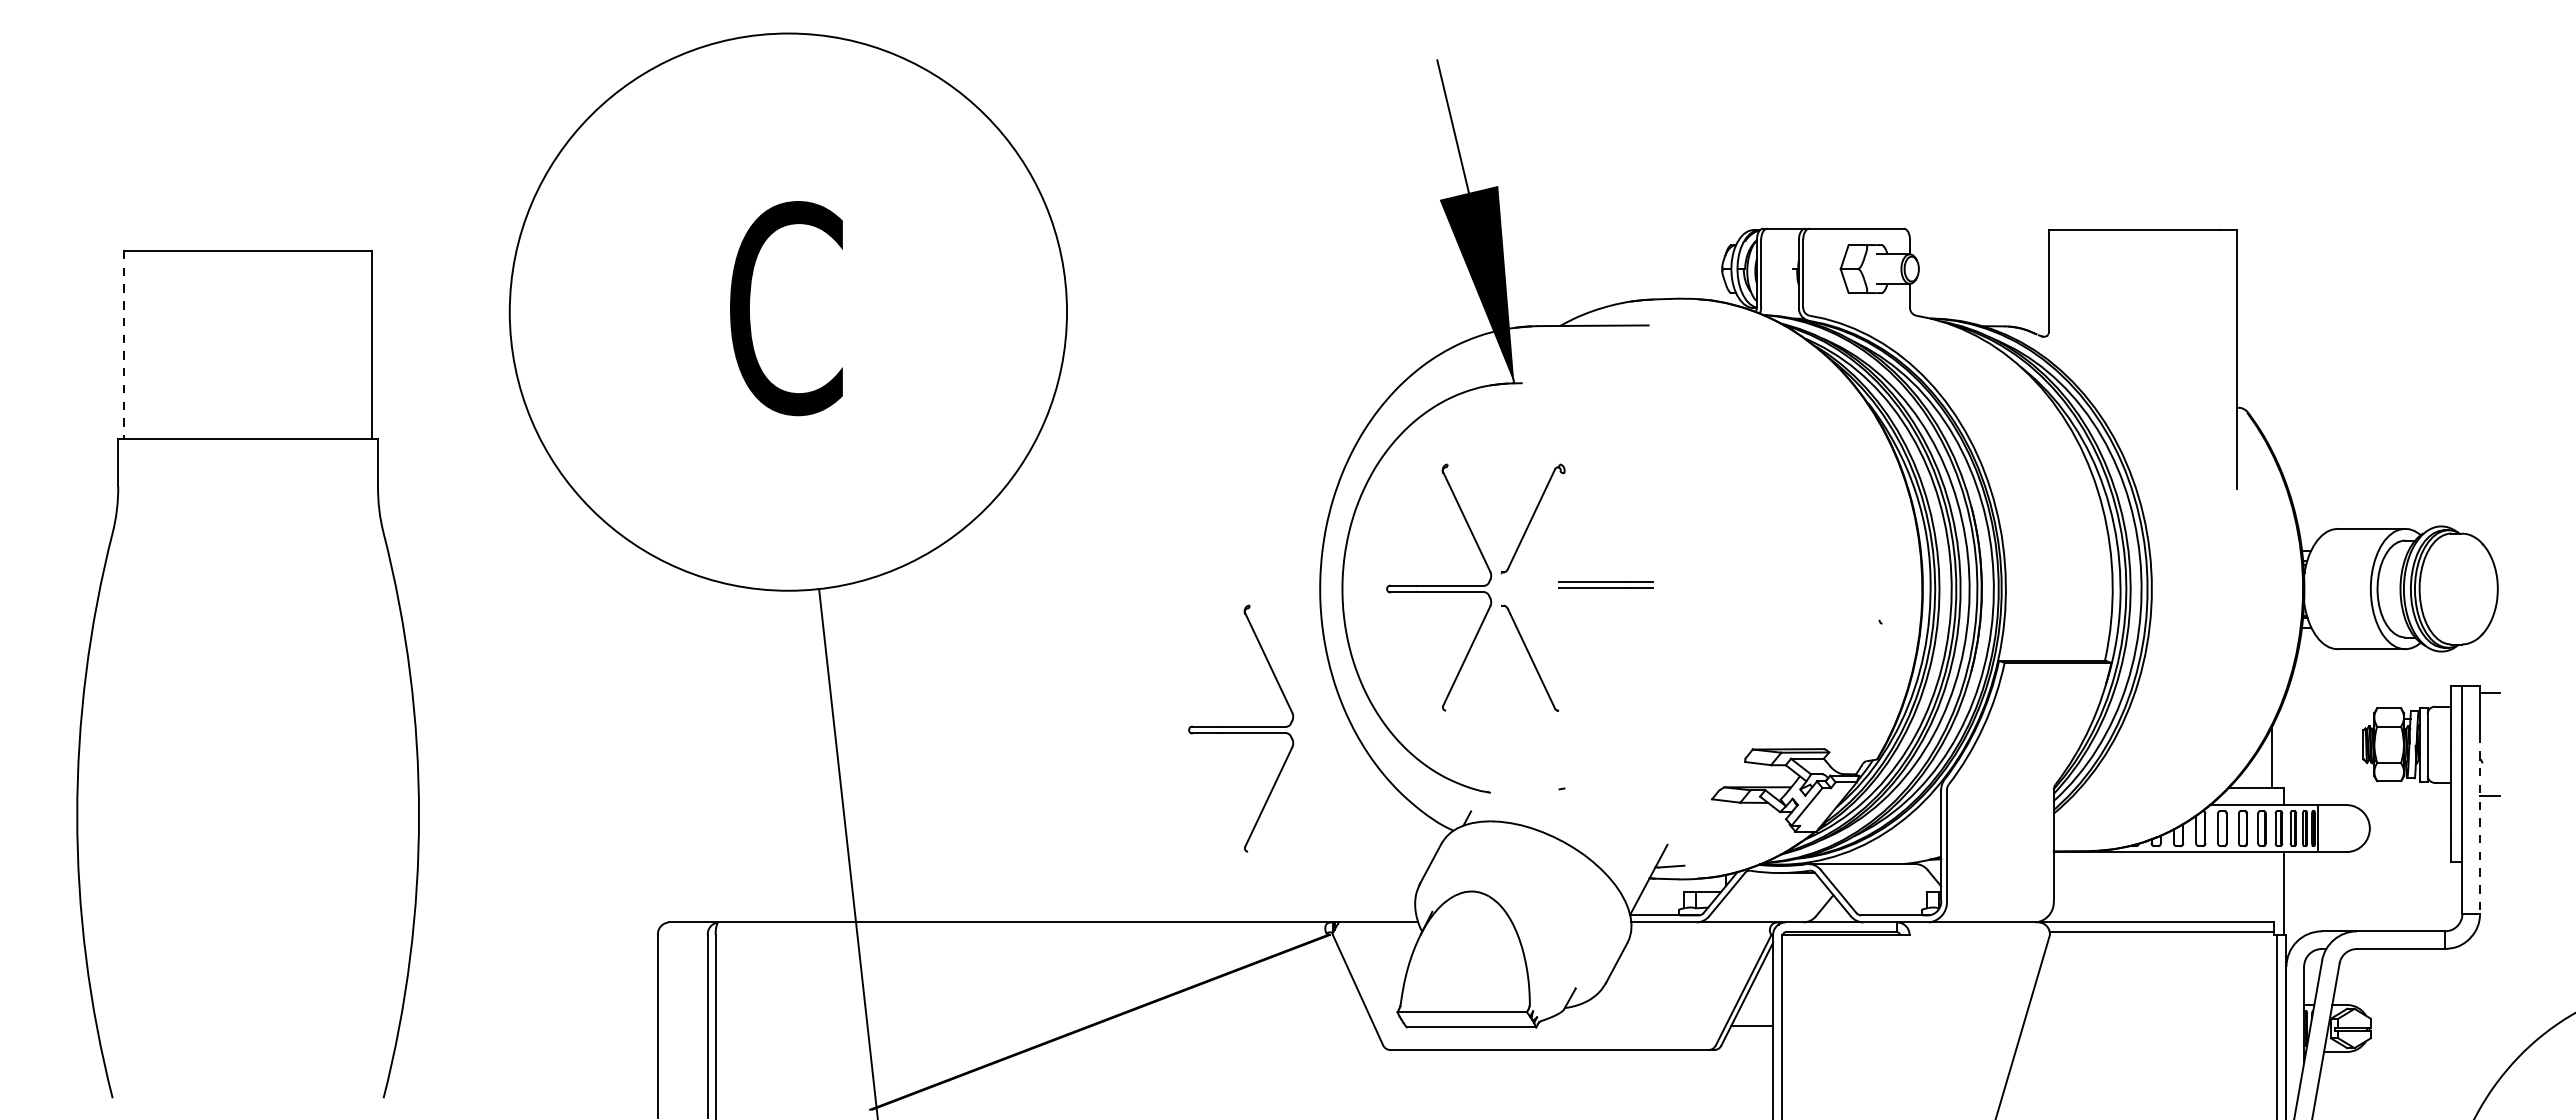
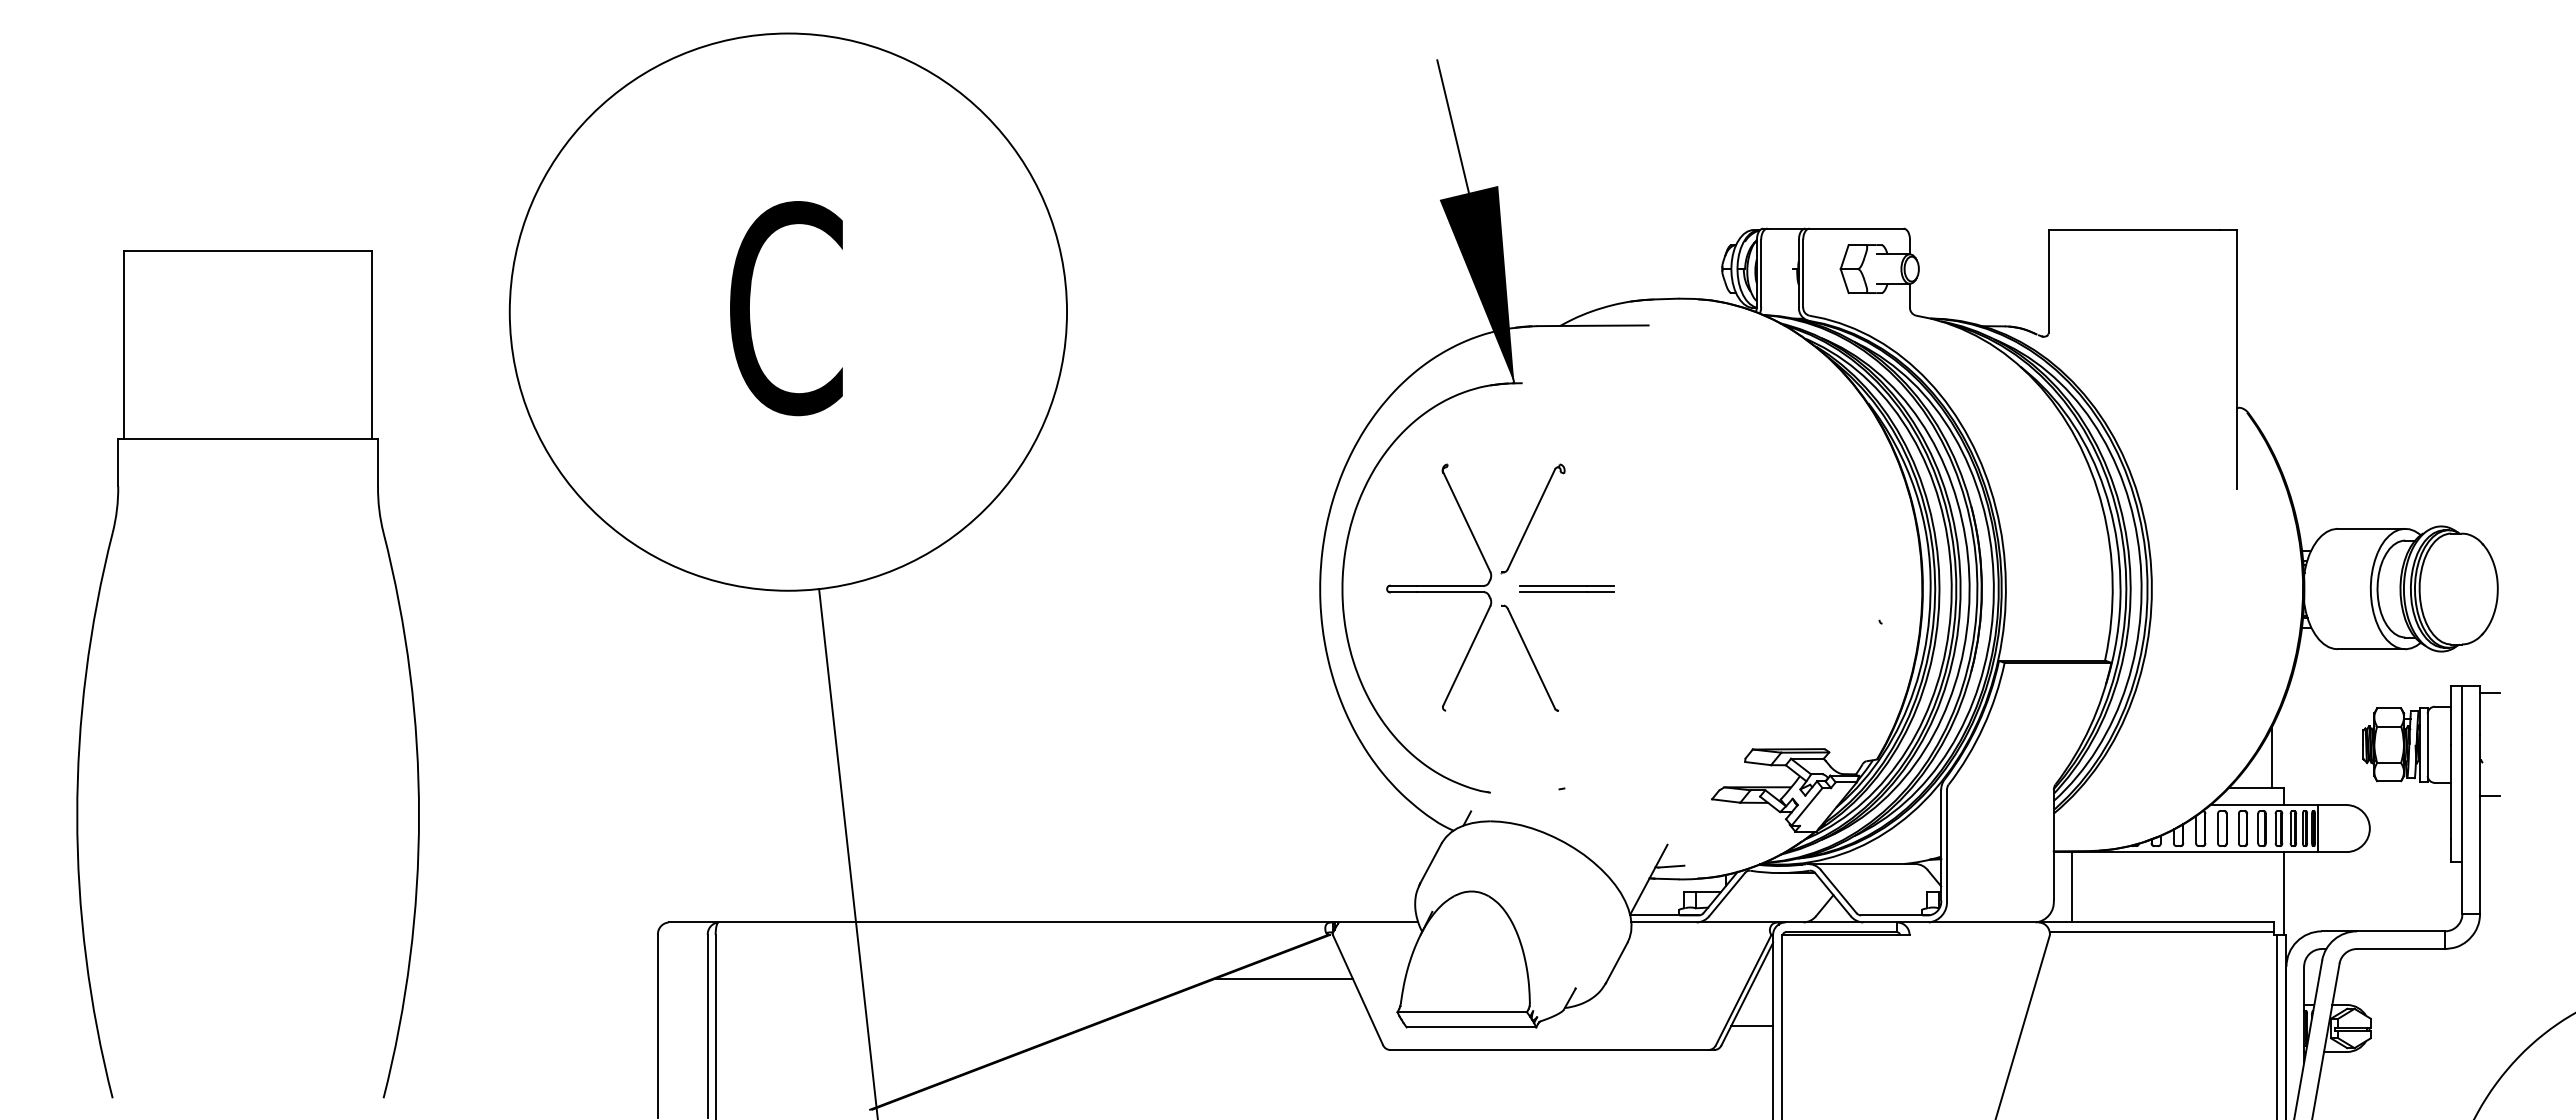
line at (124, 345): dashed -> solid
part at (1605, 584) position: (1605, 584) -> (1566, 588)
part at (1241, 728): present -> none
line at (2480, 824): dashed -> solid
line at (2072, 887): none -> present
line at (1283, 979): none -> present
